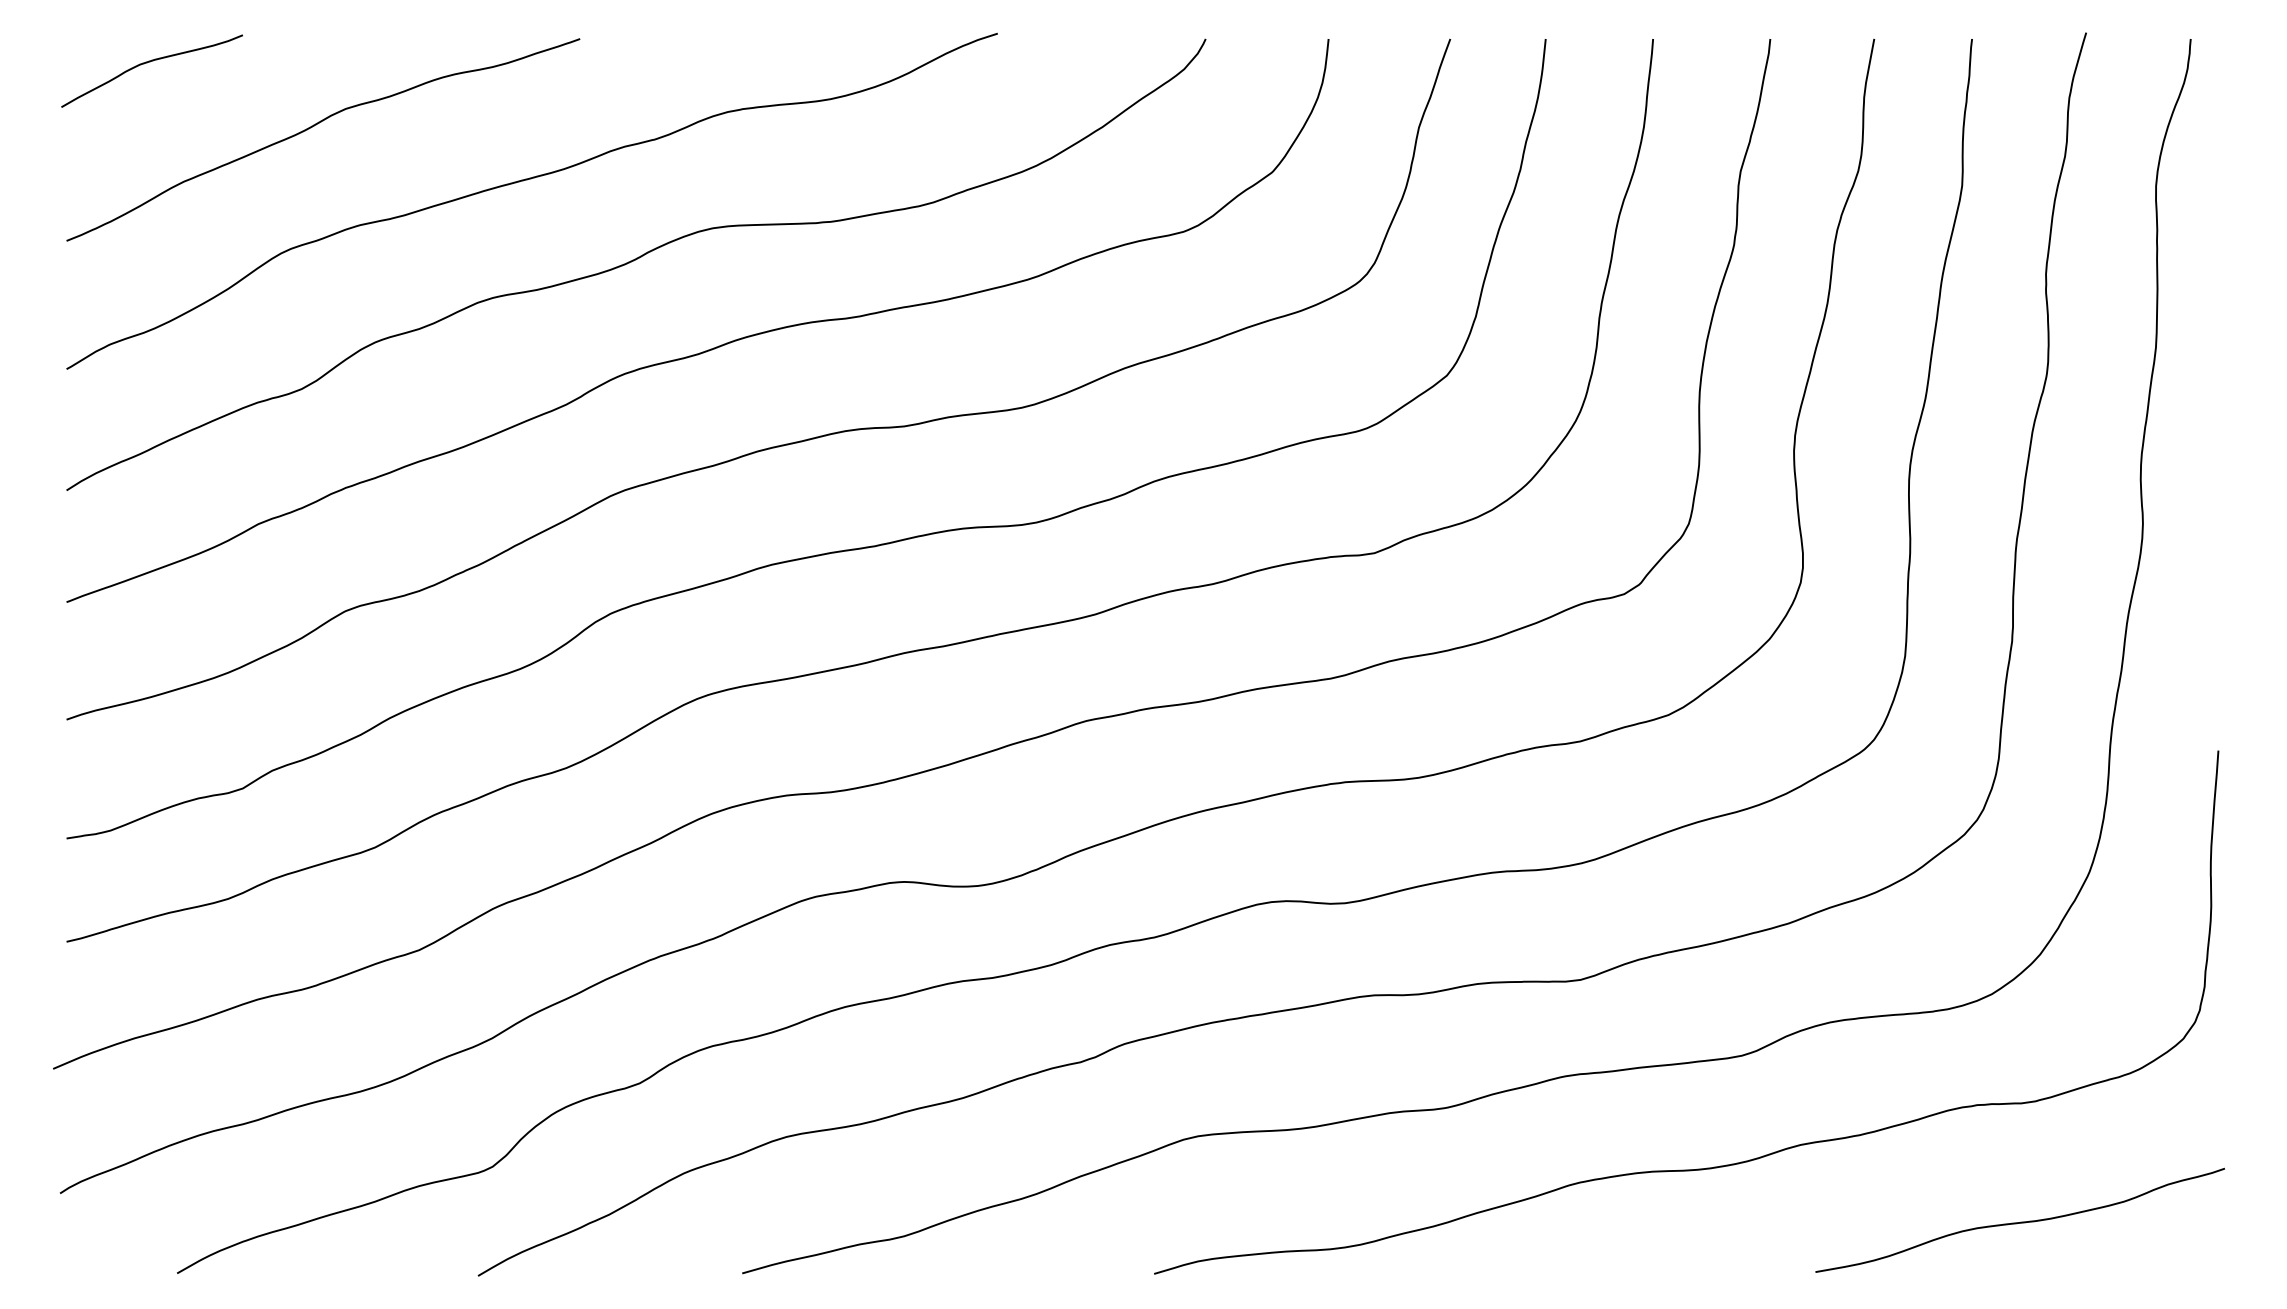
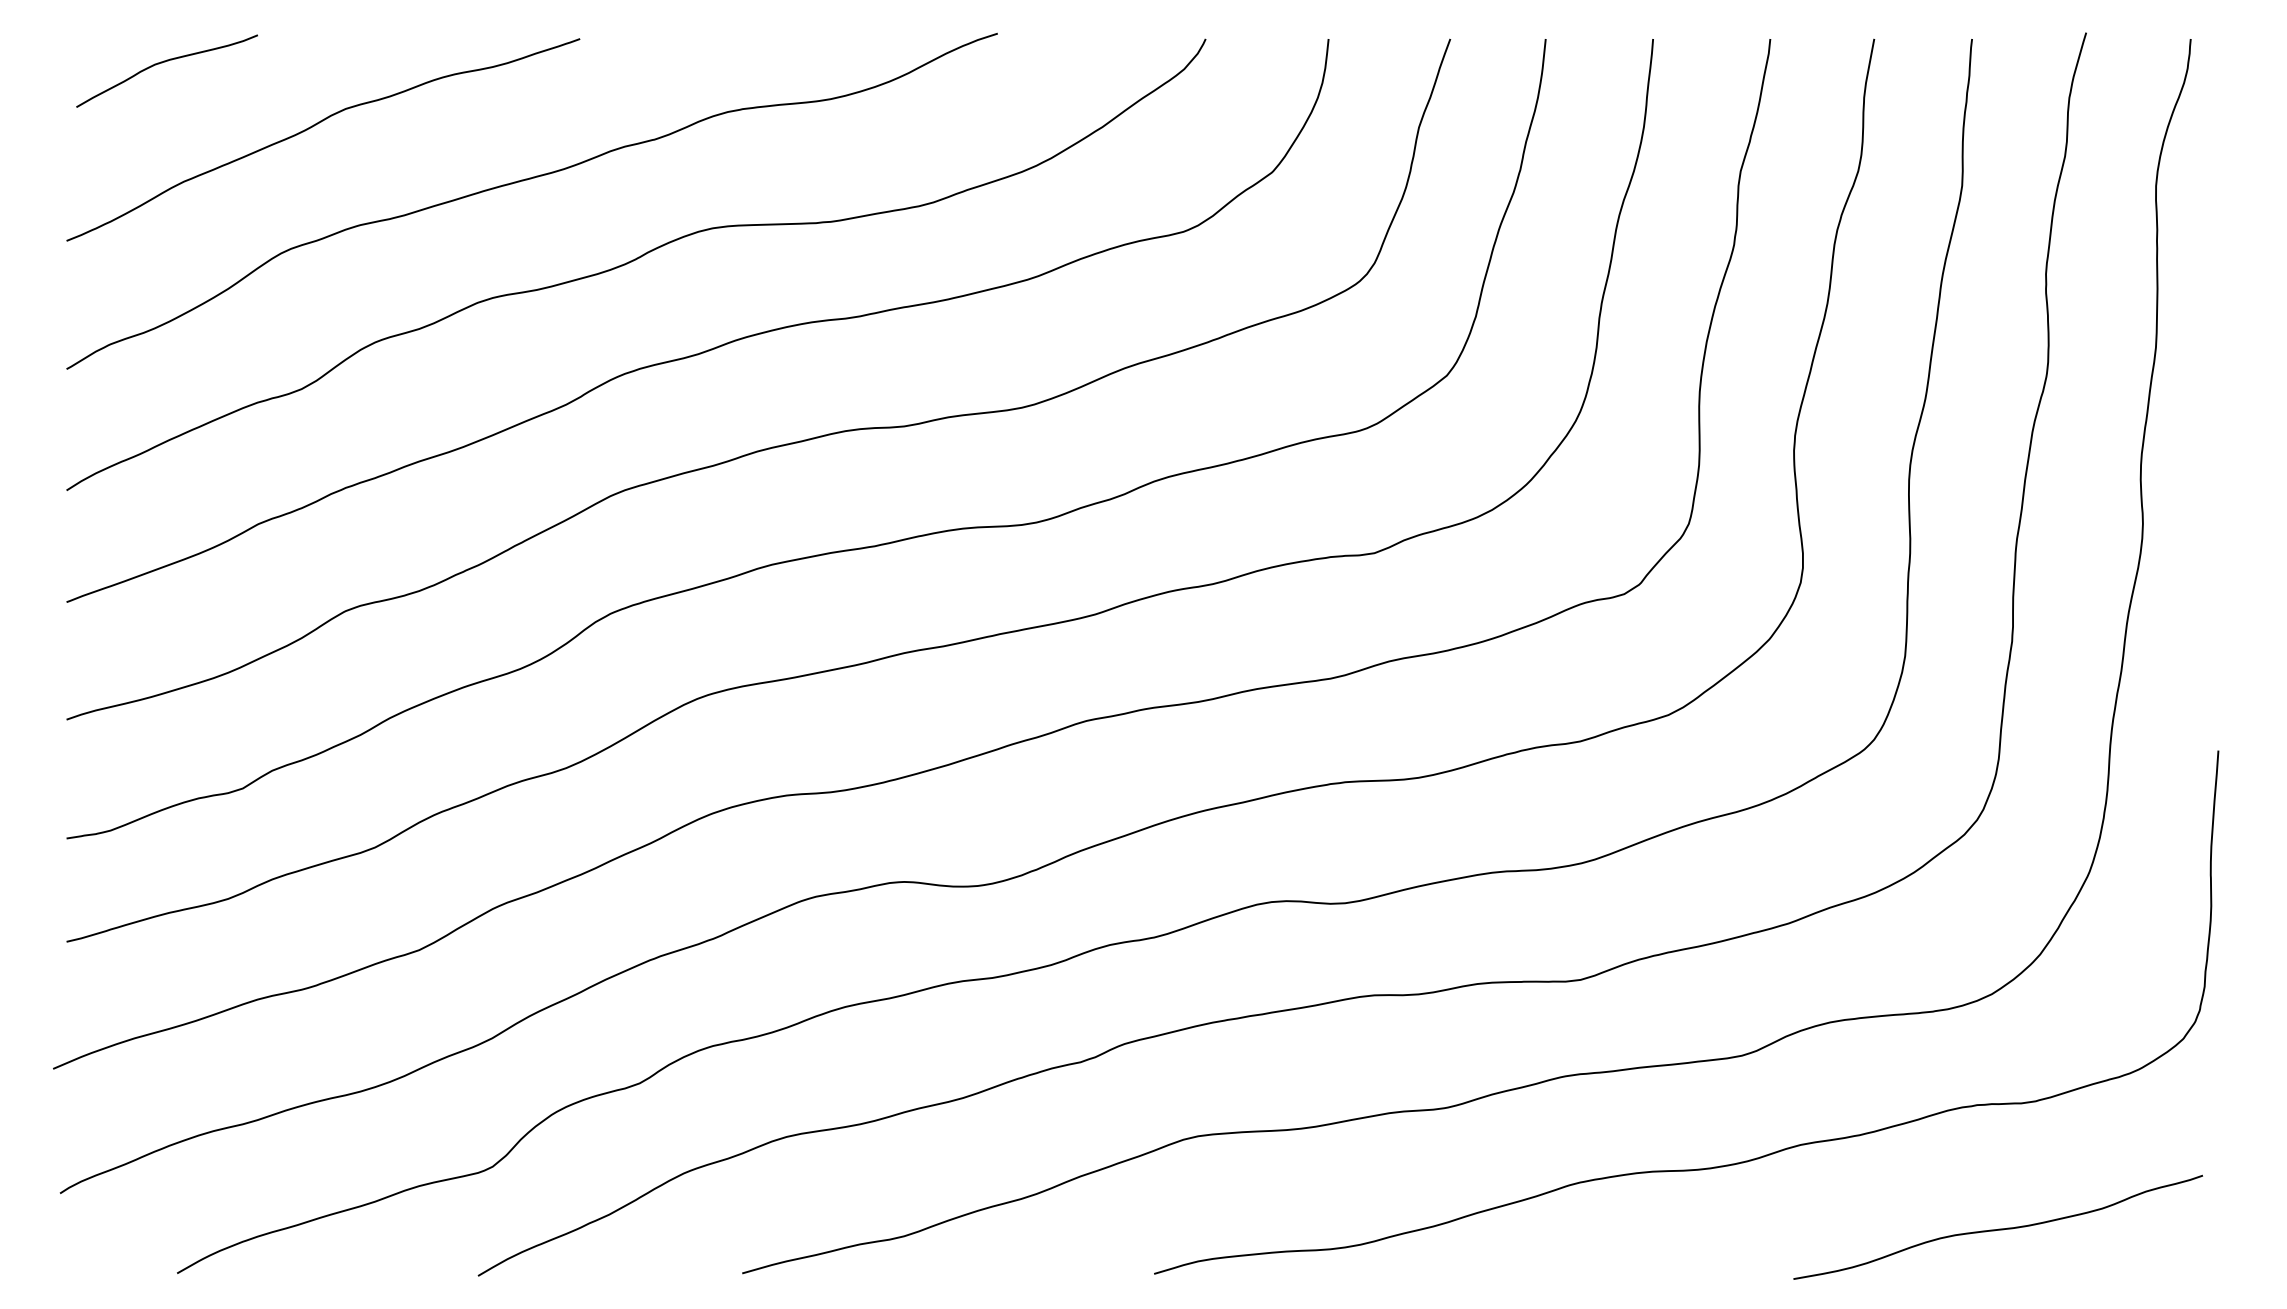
curve at (150, 62) position: (150, 62) -> (165, 62)
curve at (2020, 1221) position: (2020, 1221) -> (1998, 1228)
